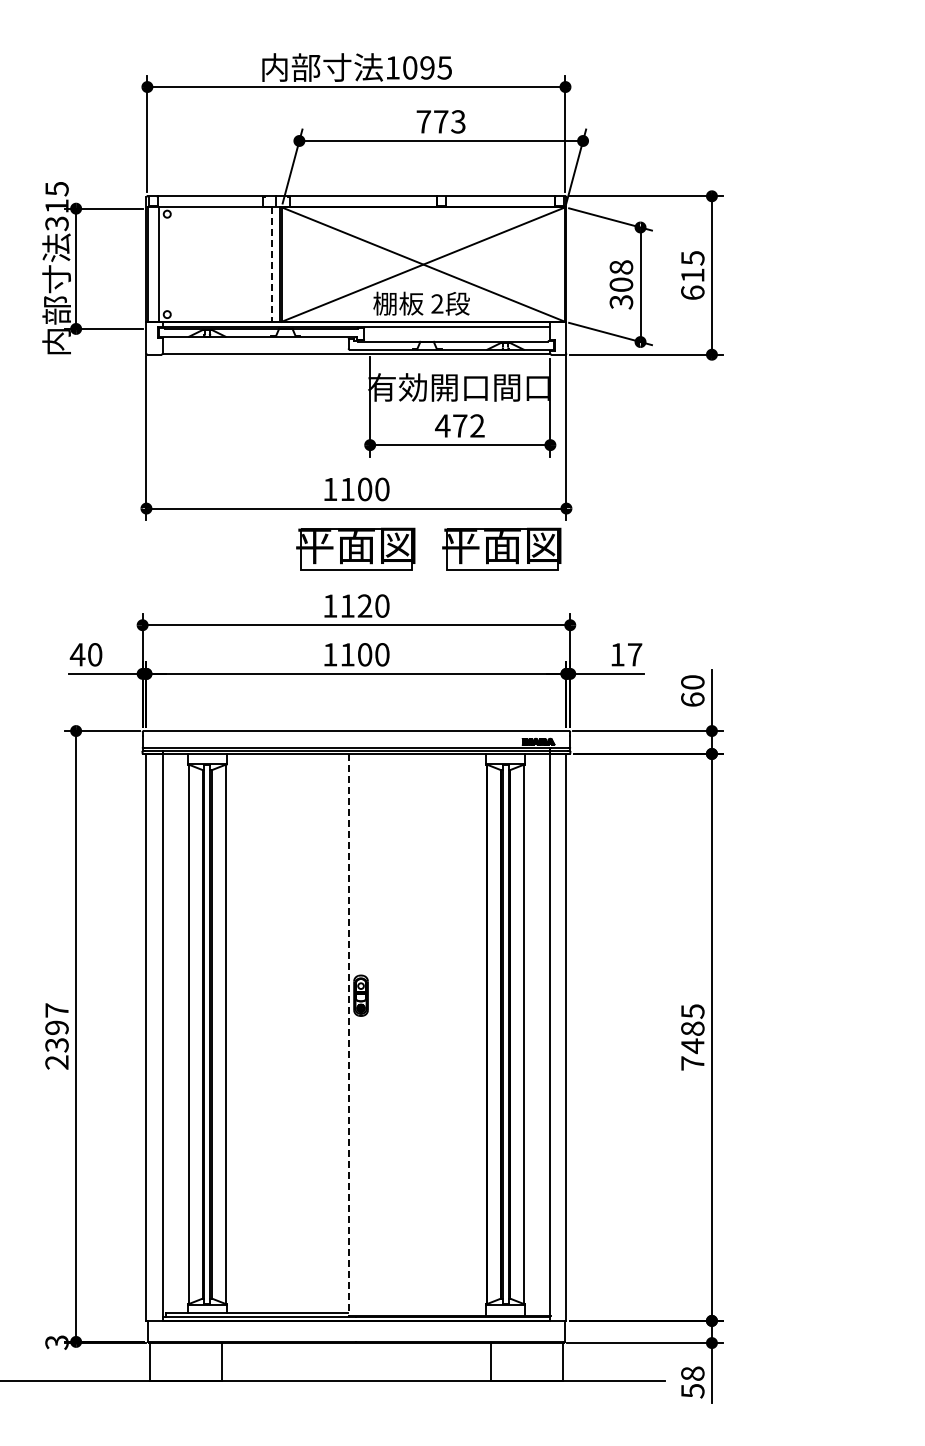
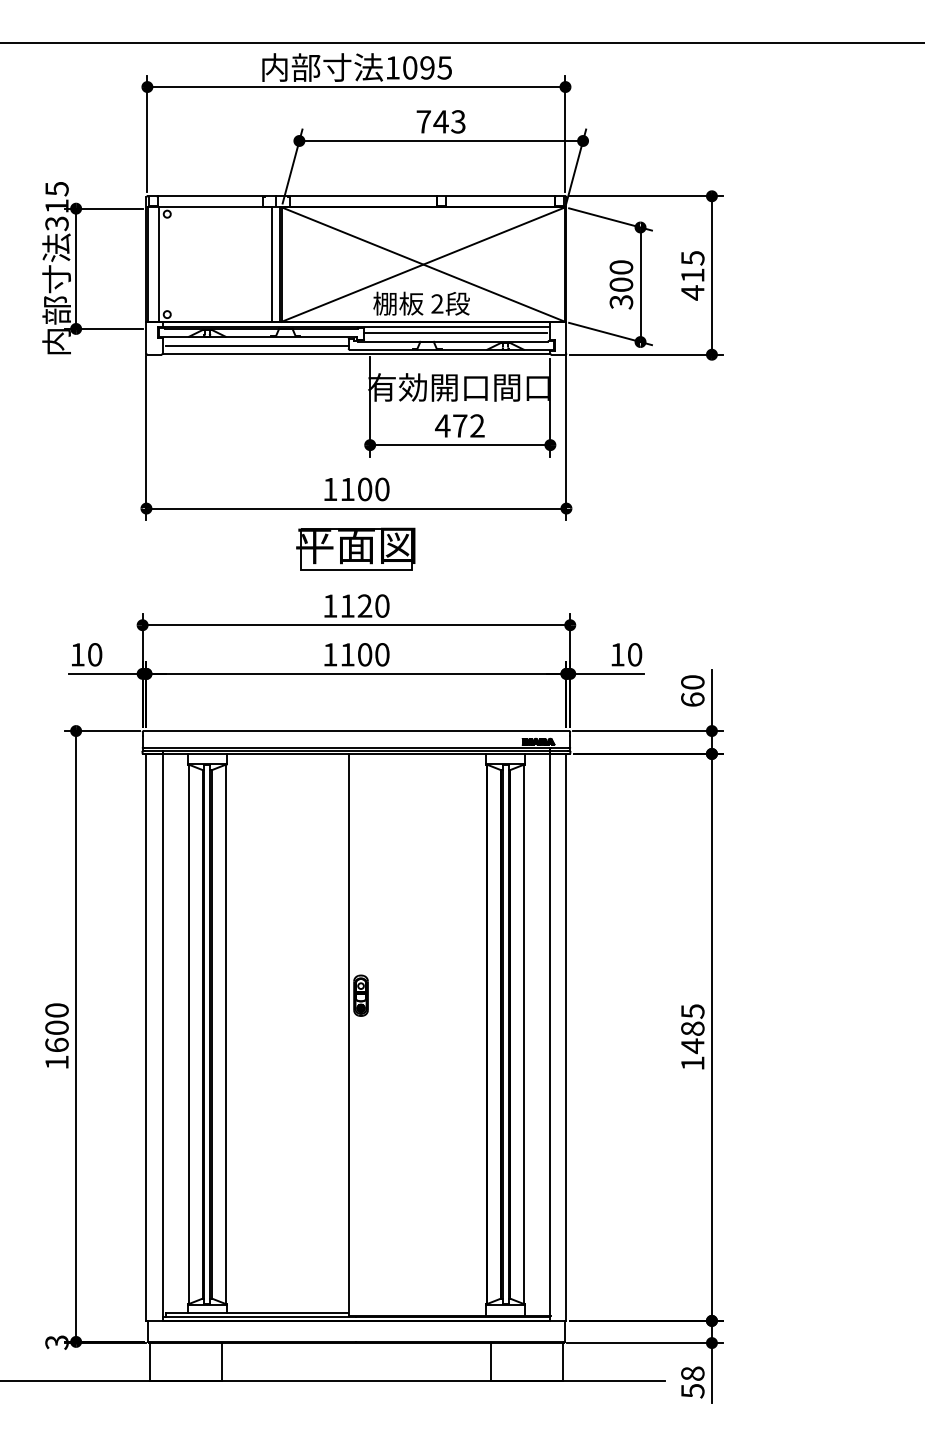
line at (461, 43): none -> present
text at (440, 121): 773 -> 743
line at (272, 264): dashed -> solid
text at (621, 267): 308 -> 300
text at (692, 292): 615 -> 415
line at (455, 332): none -> present
line at (256, 345): none -> present
part at (501, 548): present -> none
text at (77, 654): 40 -> 10
text at (635, 654): 17 -> 10
line at (348, 1035): dashed -> solid
text at (56, 1036): 2397 -> 1600
text at (692, 1063): 7485 -> 1485
